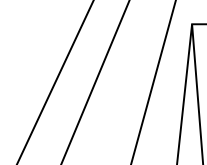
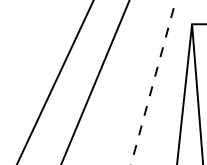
line at (153, 82): solid -> dashed
